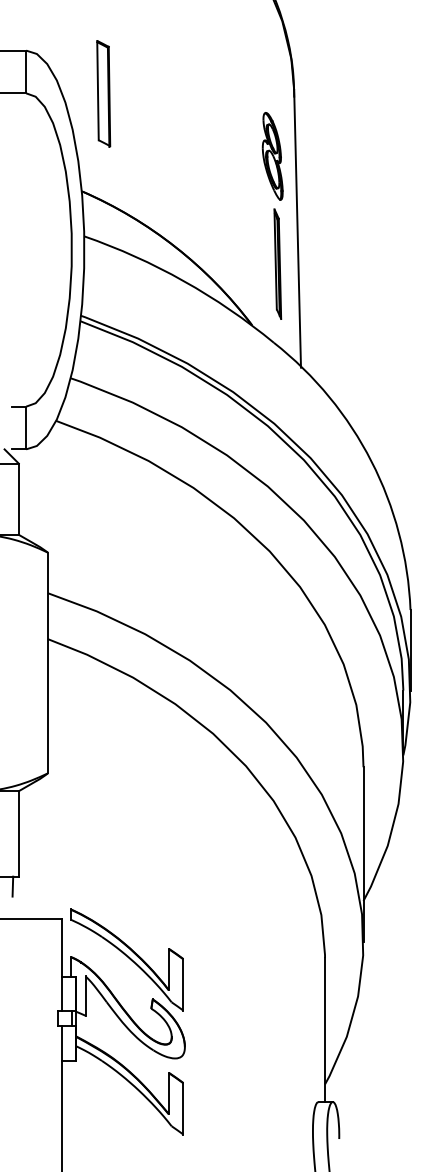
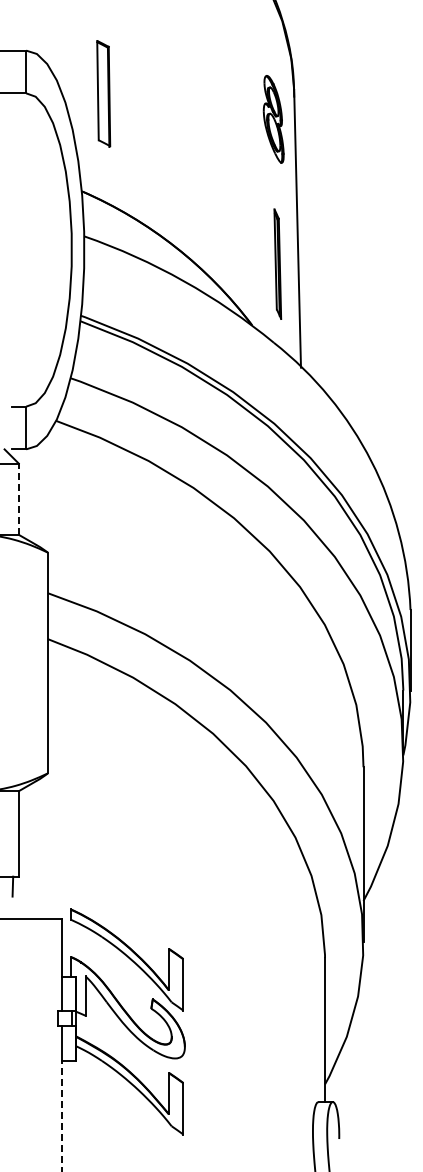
part at (272, 156) position: (272, 156) -> (273, 119)
line at (18, 499): solid -> dashed
line at (61, 1115): solid -> dashed
